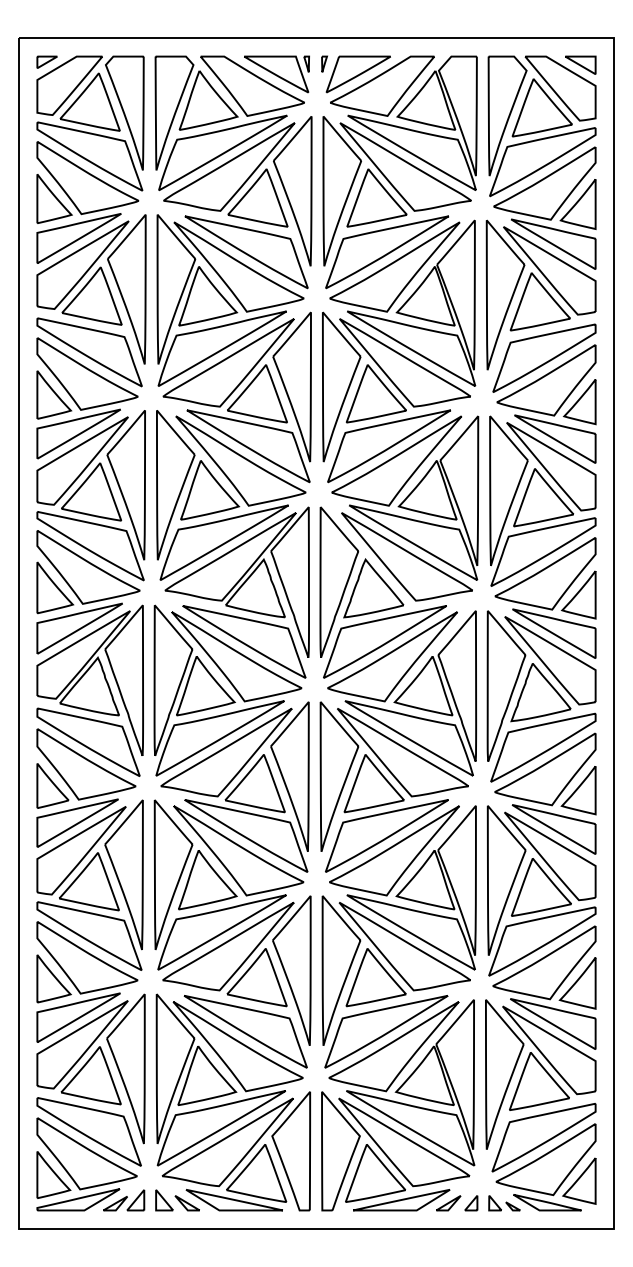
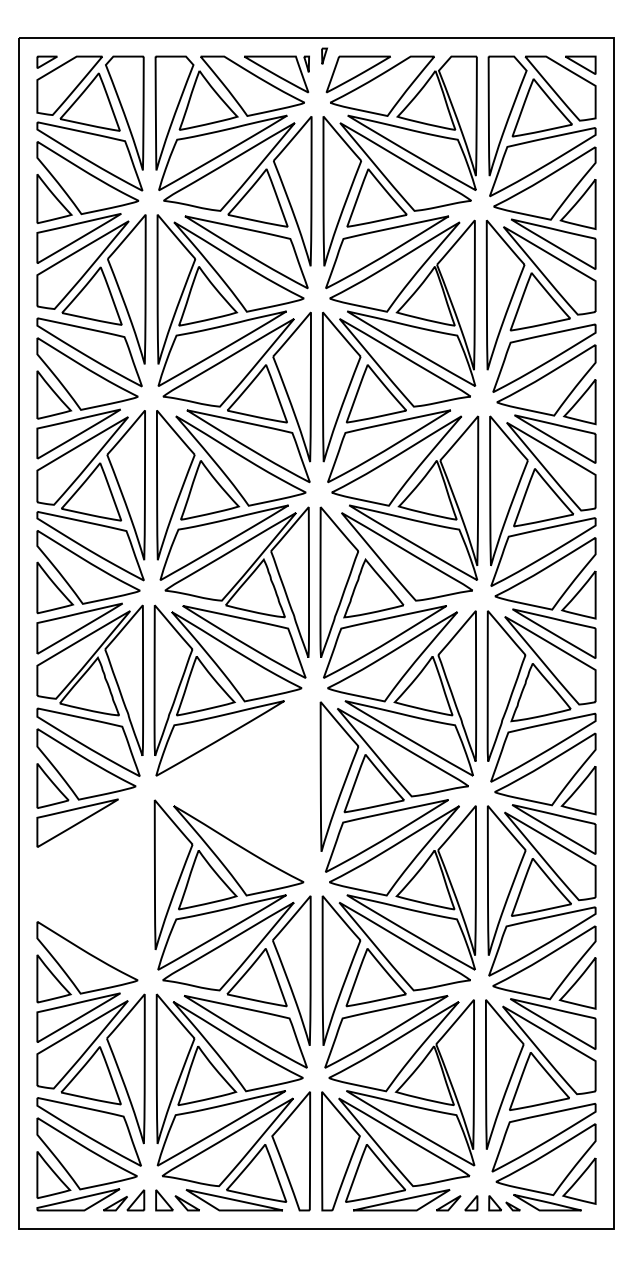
part at (324, 63) position: (324, 63) -> (324, 55)
part at (234, 786): present -> none
part at (89, 884): present -> none
